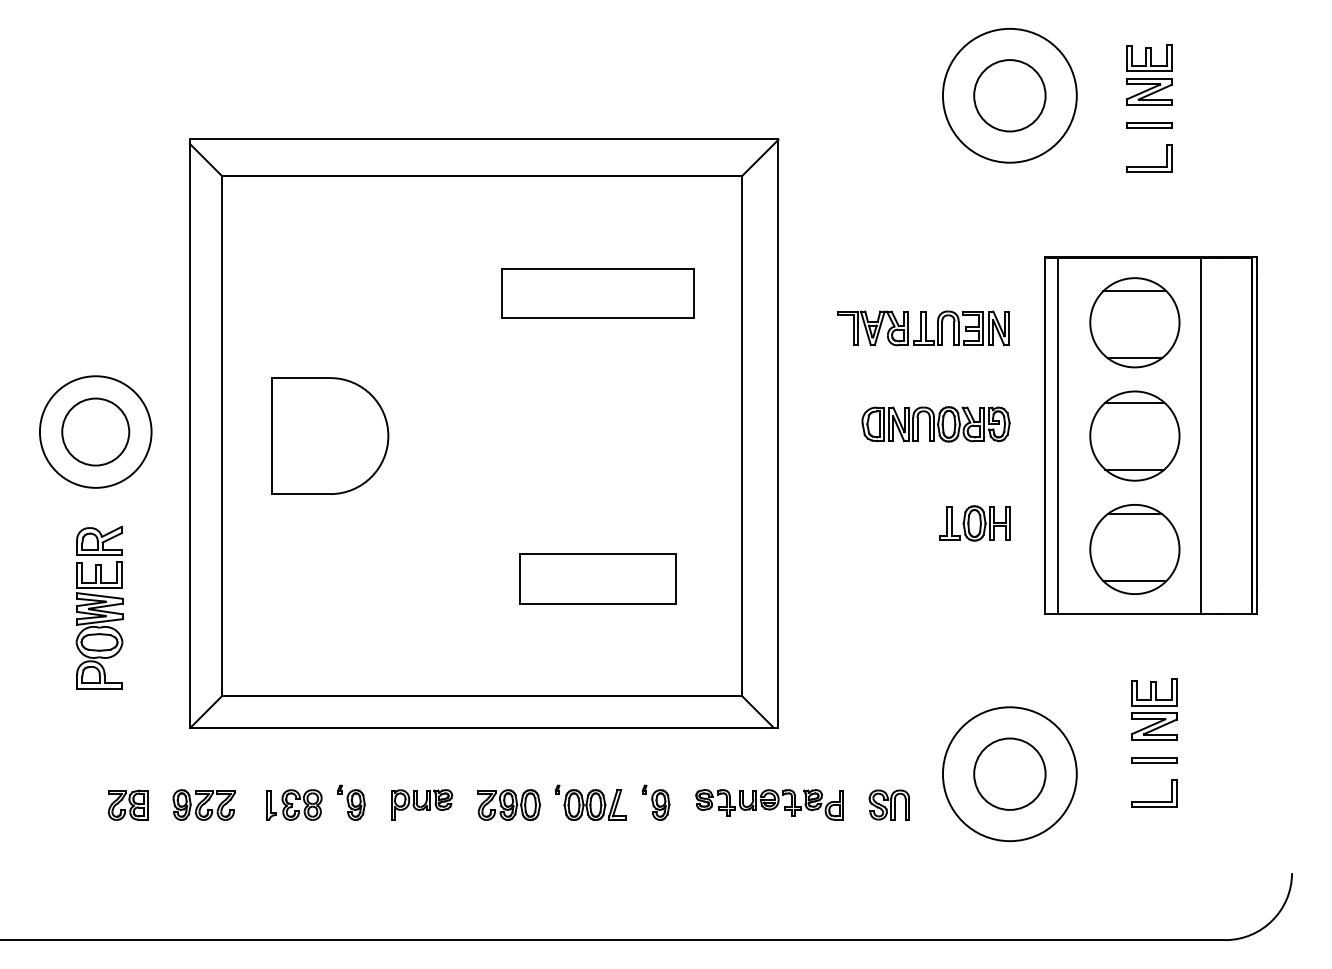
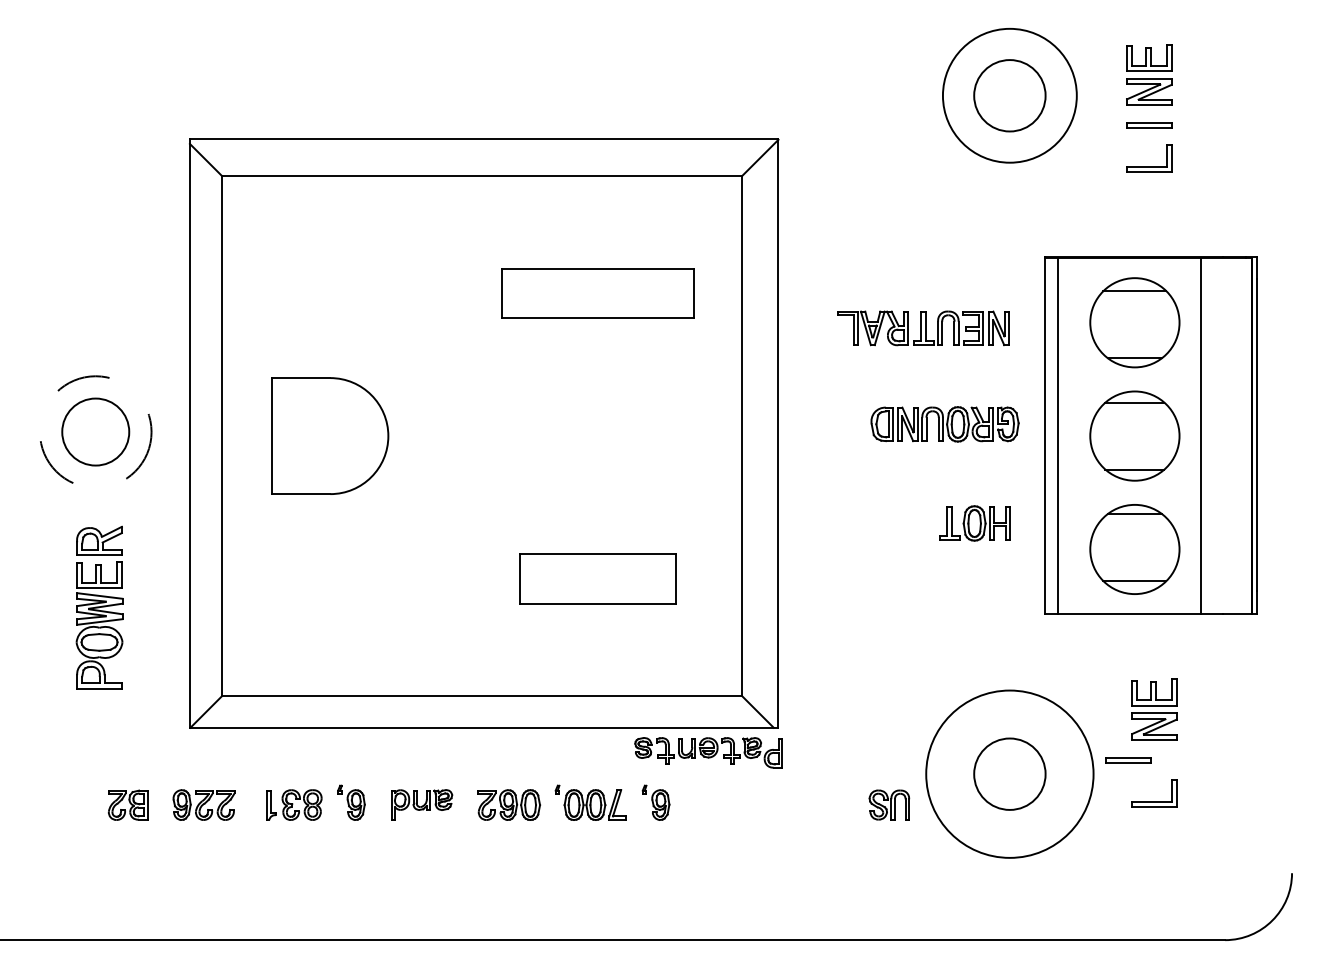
part at (935, 424) position: (935, 424) -> (944, 424)
circle at (95, 431): solid -> dashed
part at (1154, 760) position: (1154, 760) -> (1128, 760)
circle at (1009, 774) diameter: 134 px -> 167 px
part at (769, 804) position: (769, 804) -> (708, 752)
